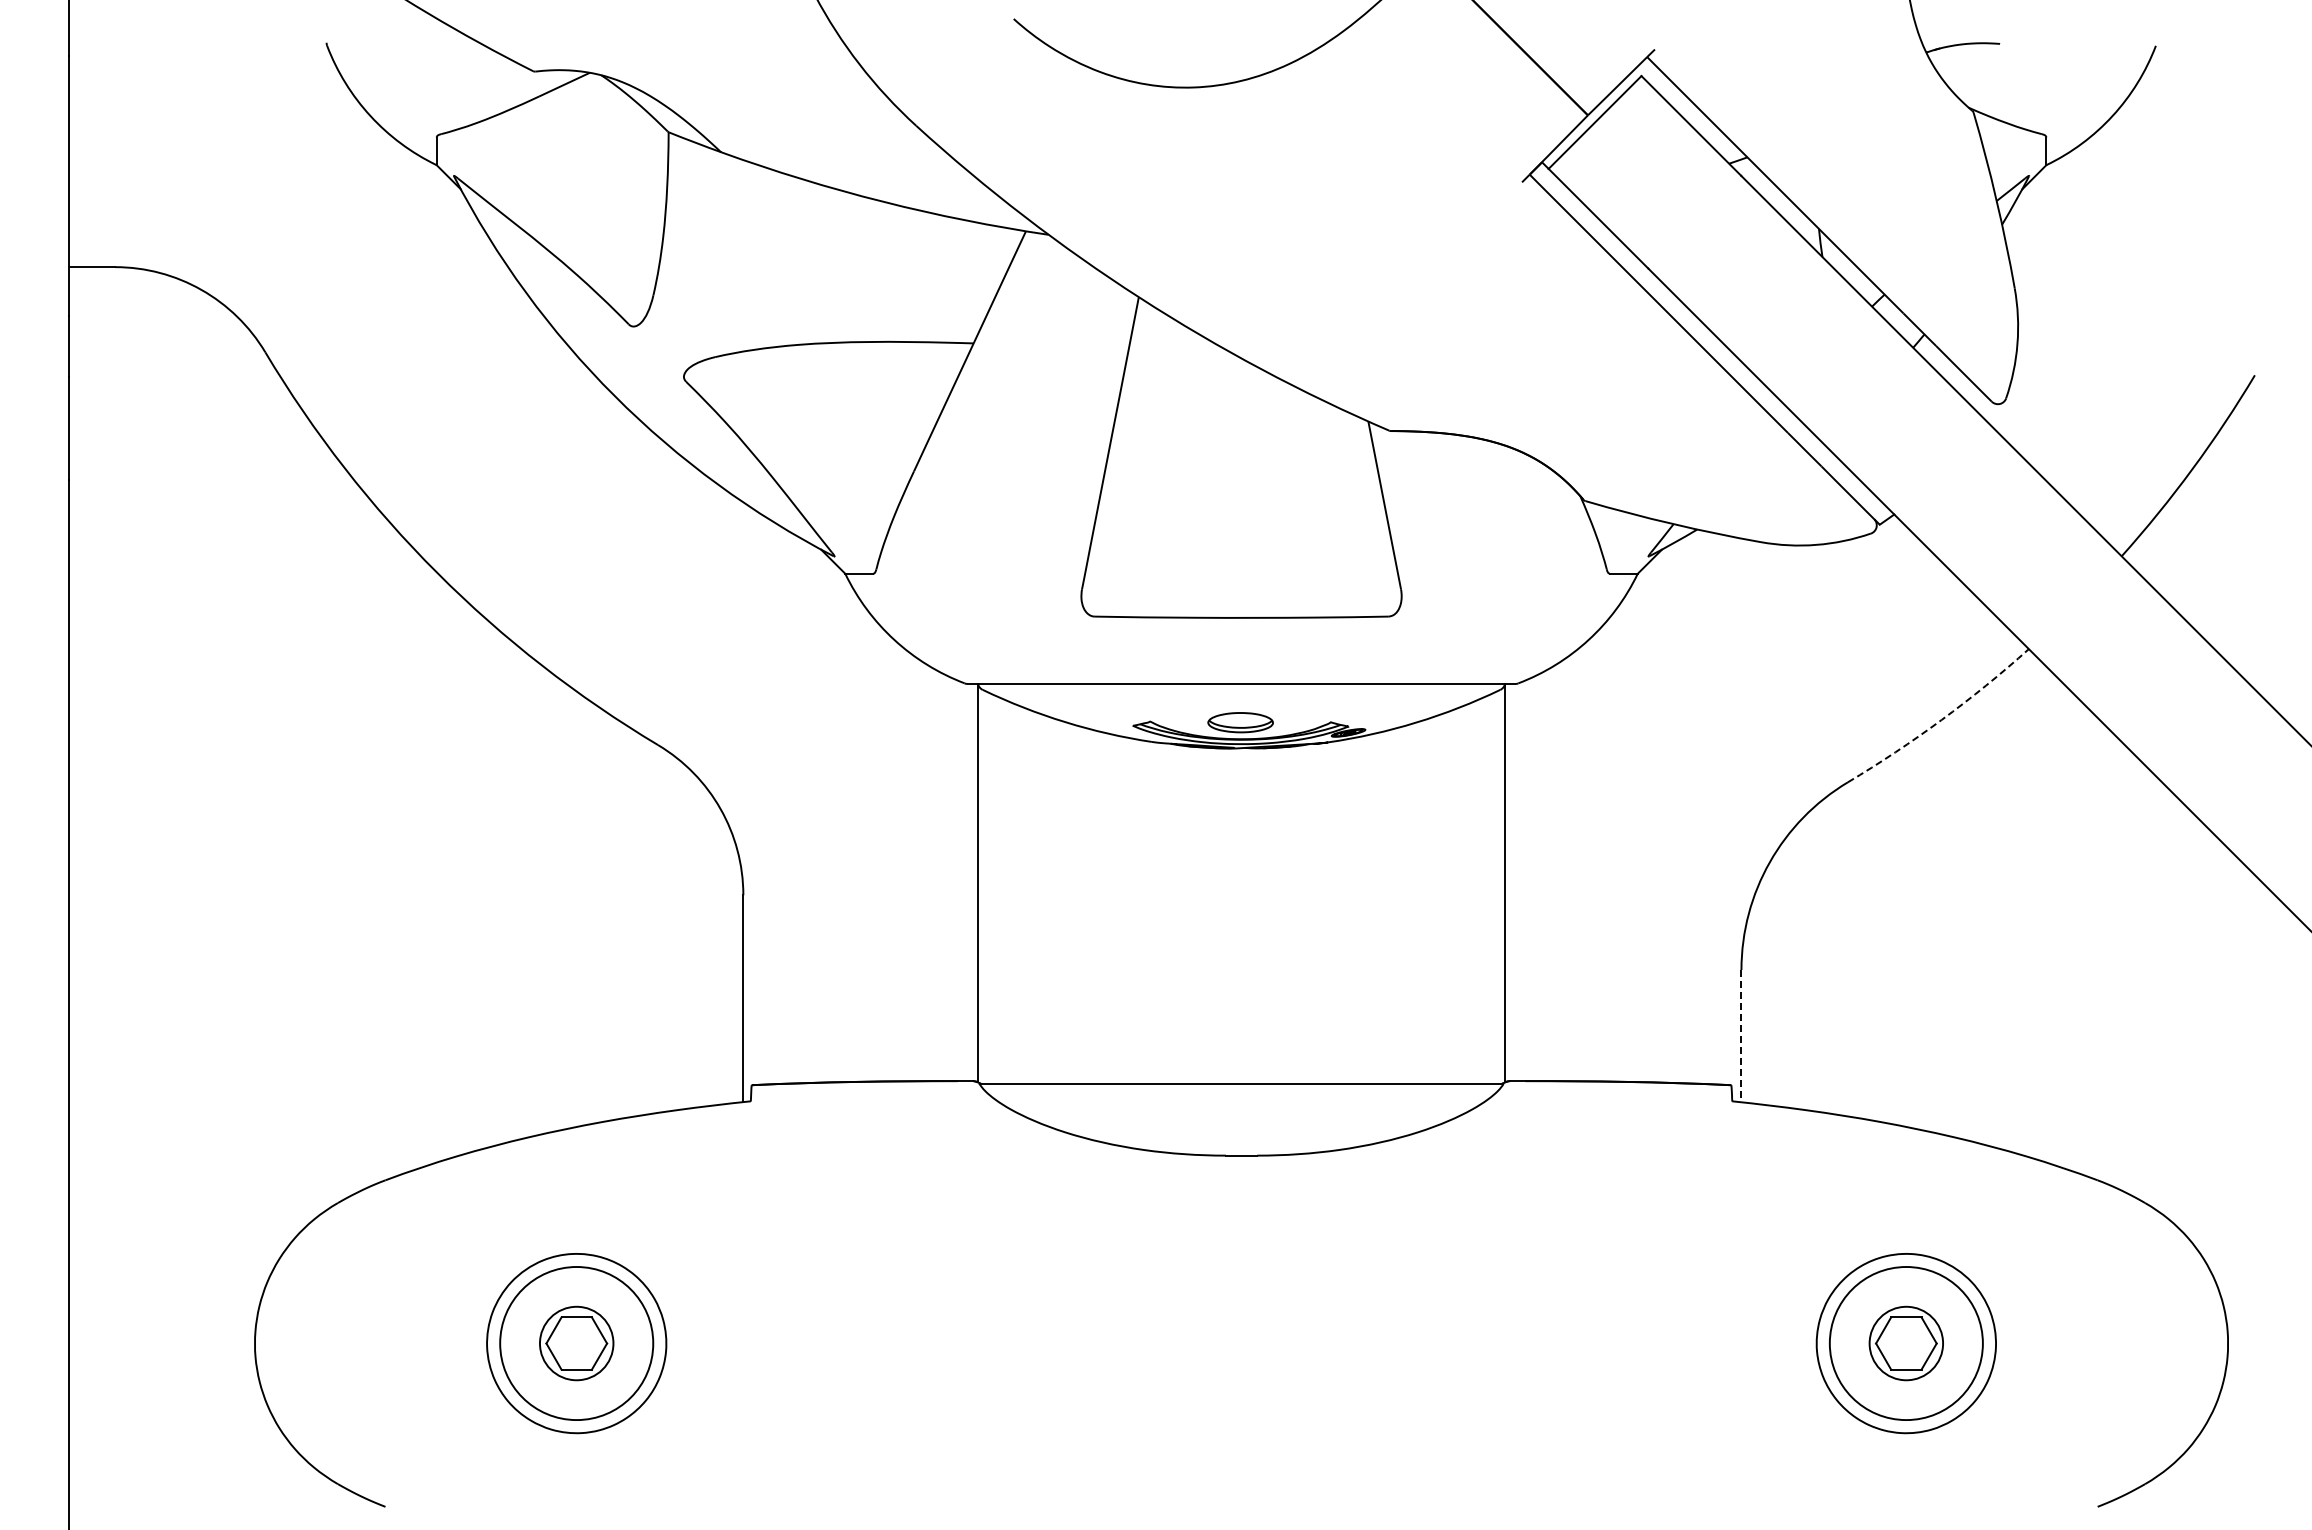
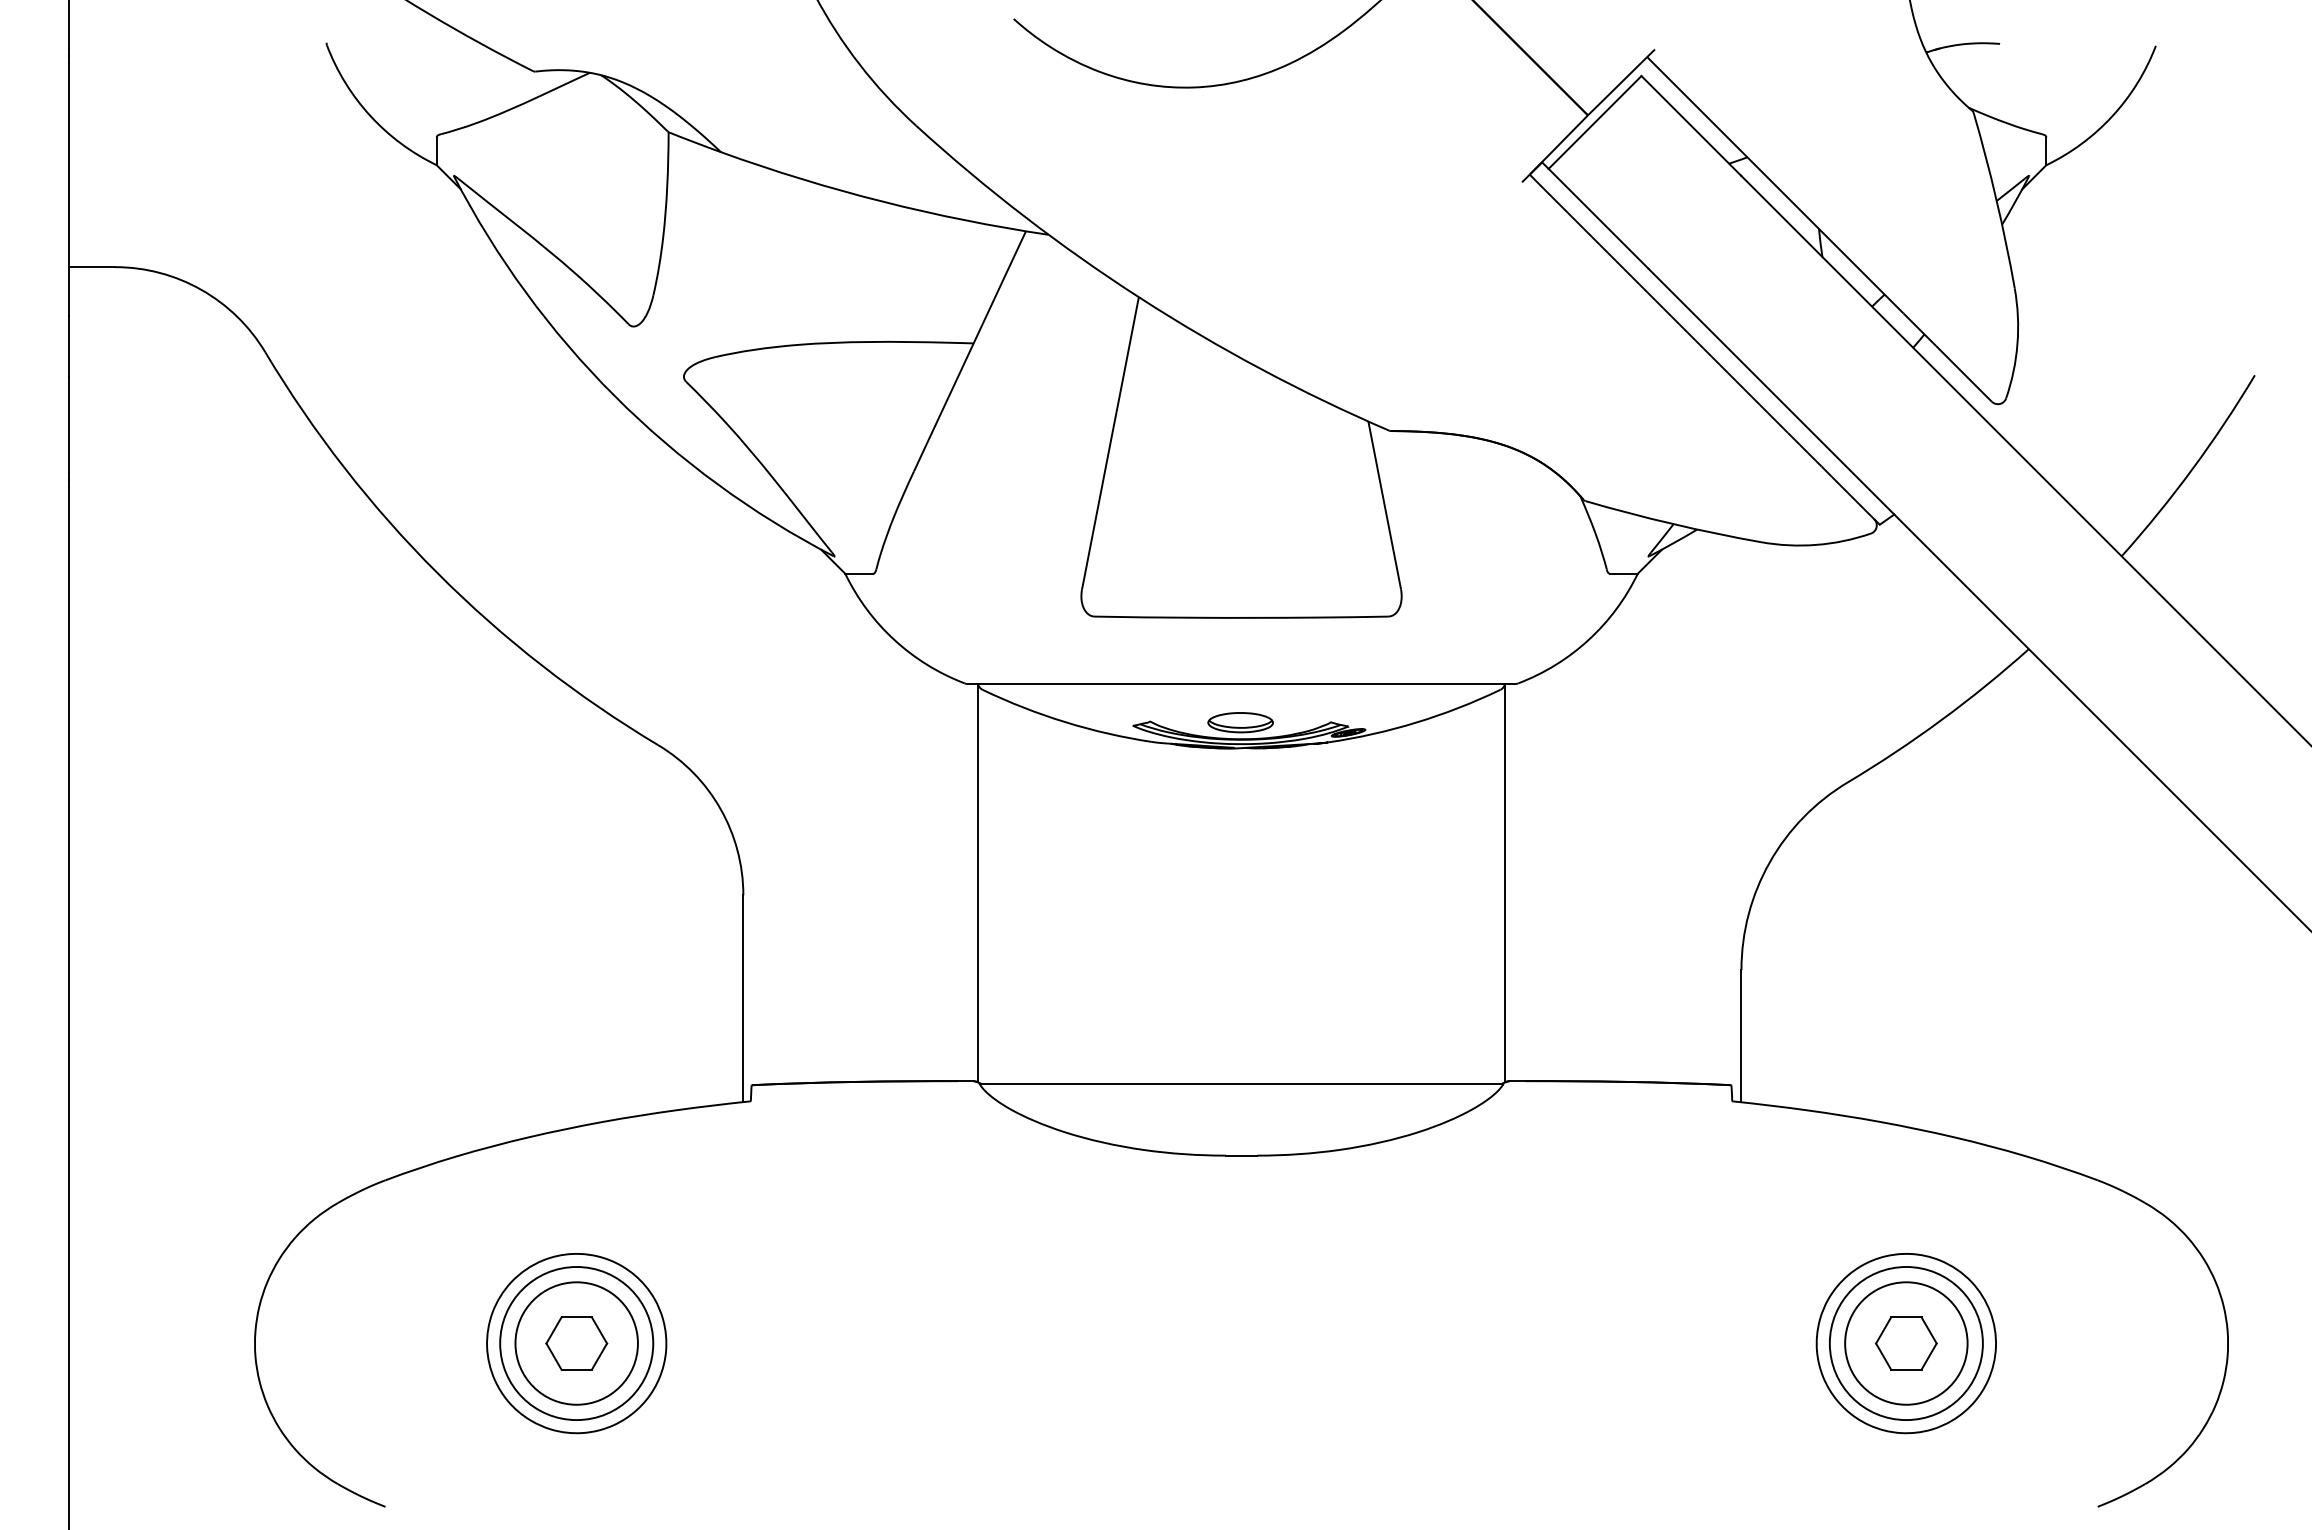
arc at (1941, 720): dashed -> solid
line at (1741, 1036): dashed -> solid
circle at (576, 1343) diameter: 73 px -> 122 px
circle at (1906, 1343) diameter: 73 px -> 122 px
